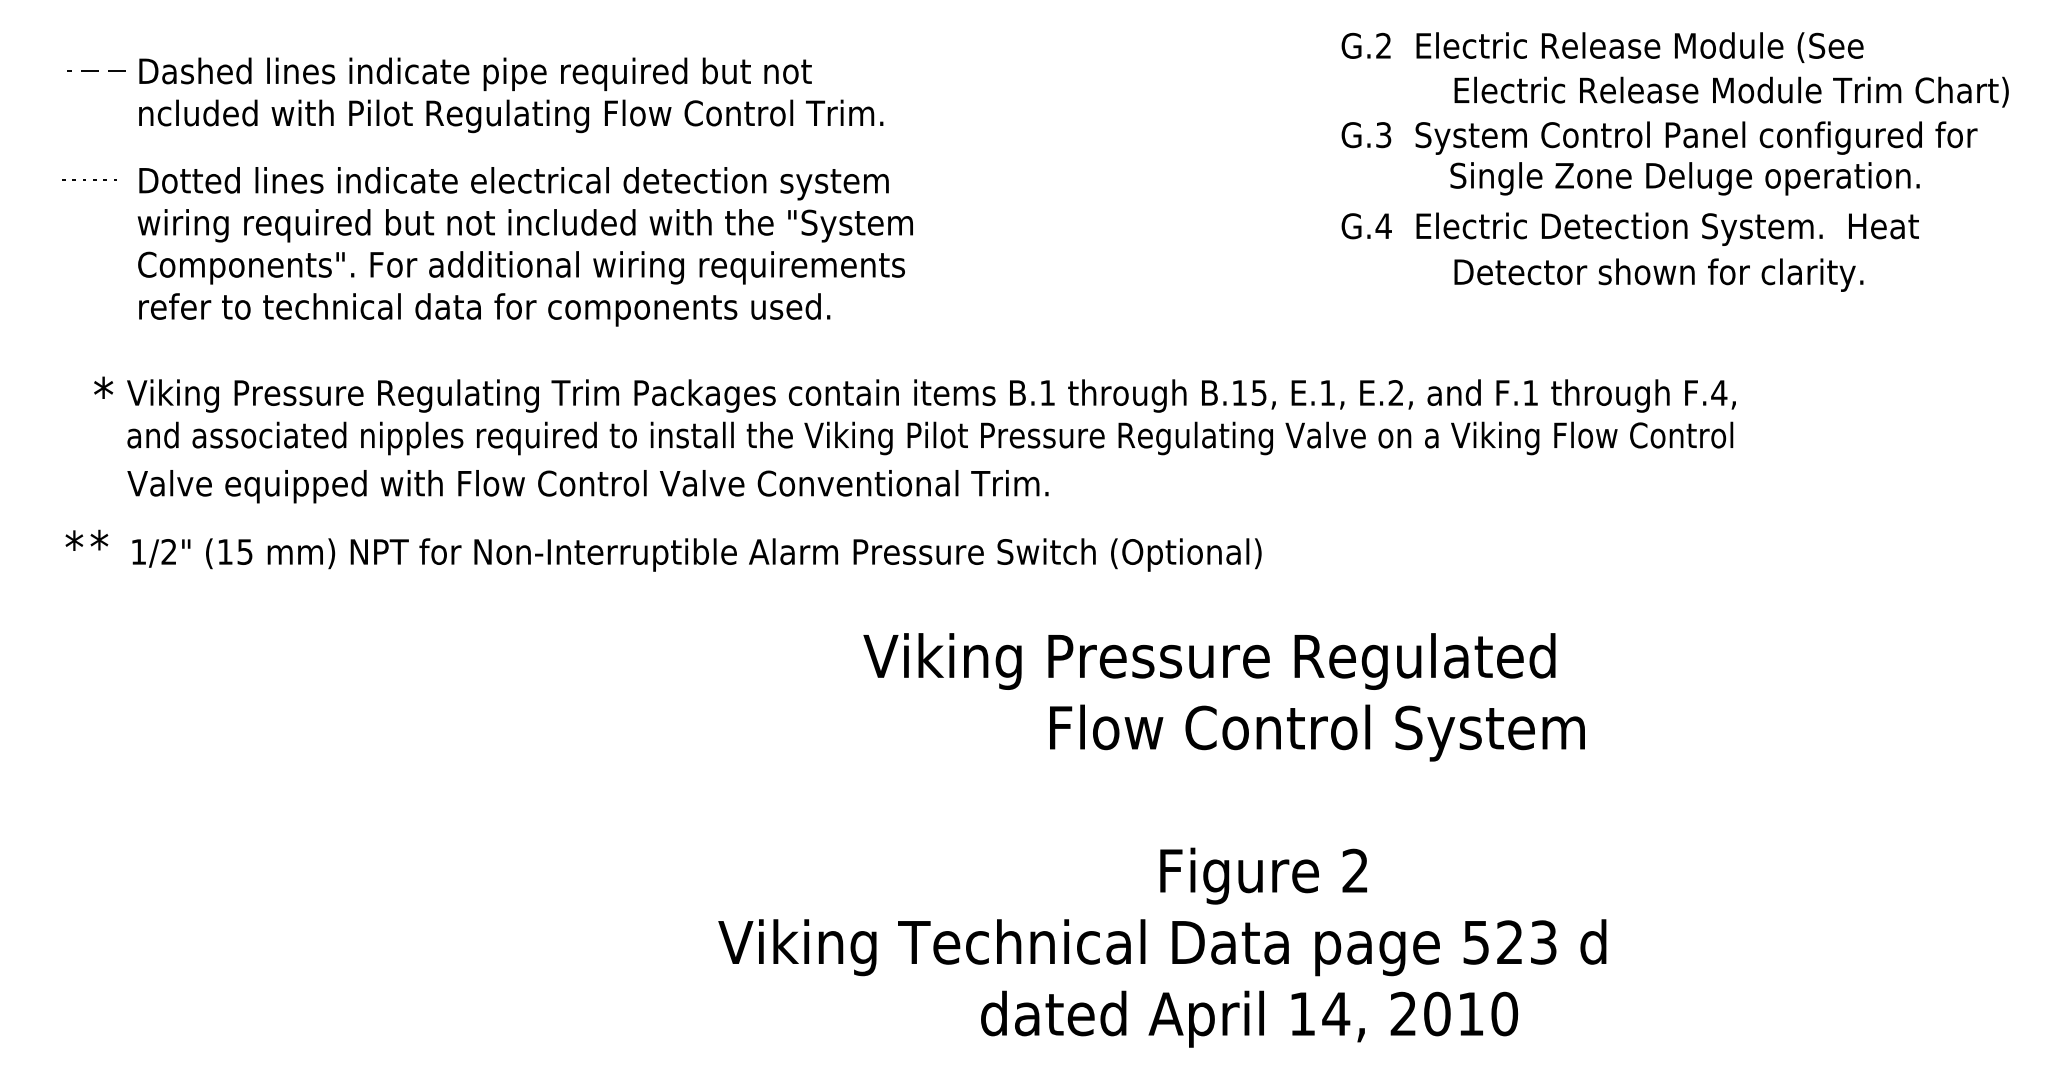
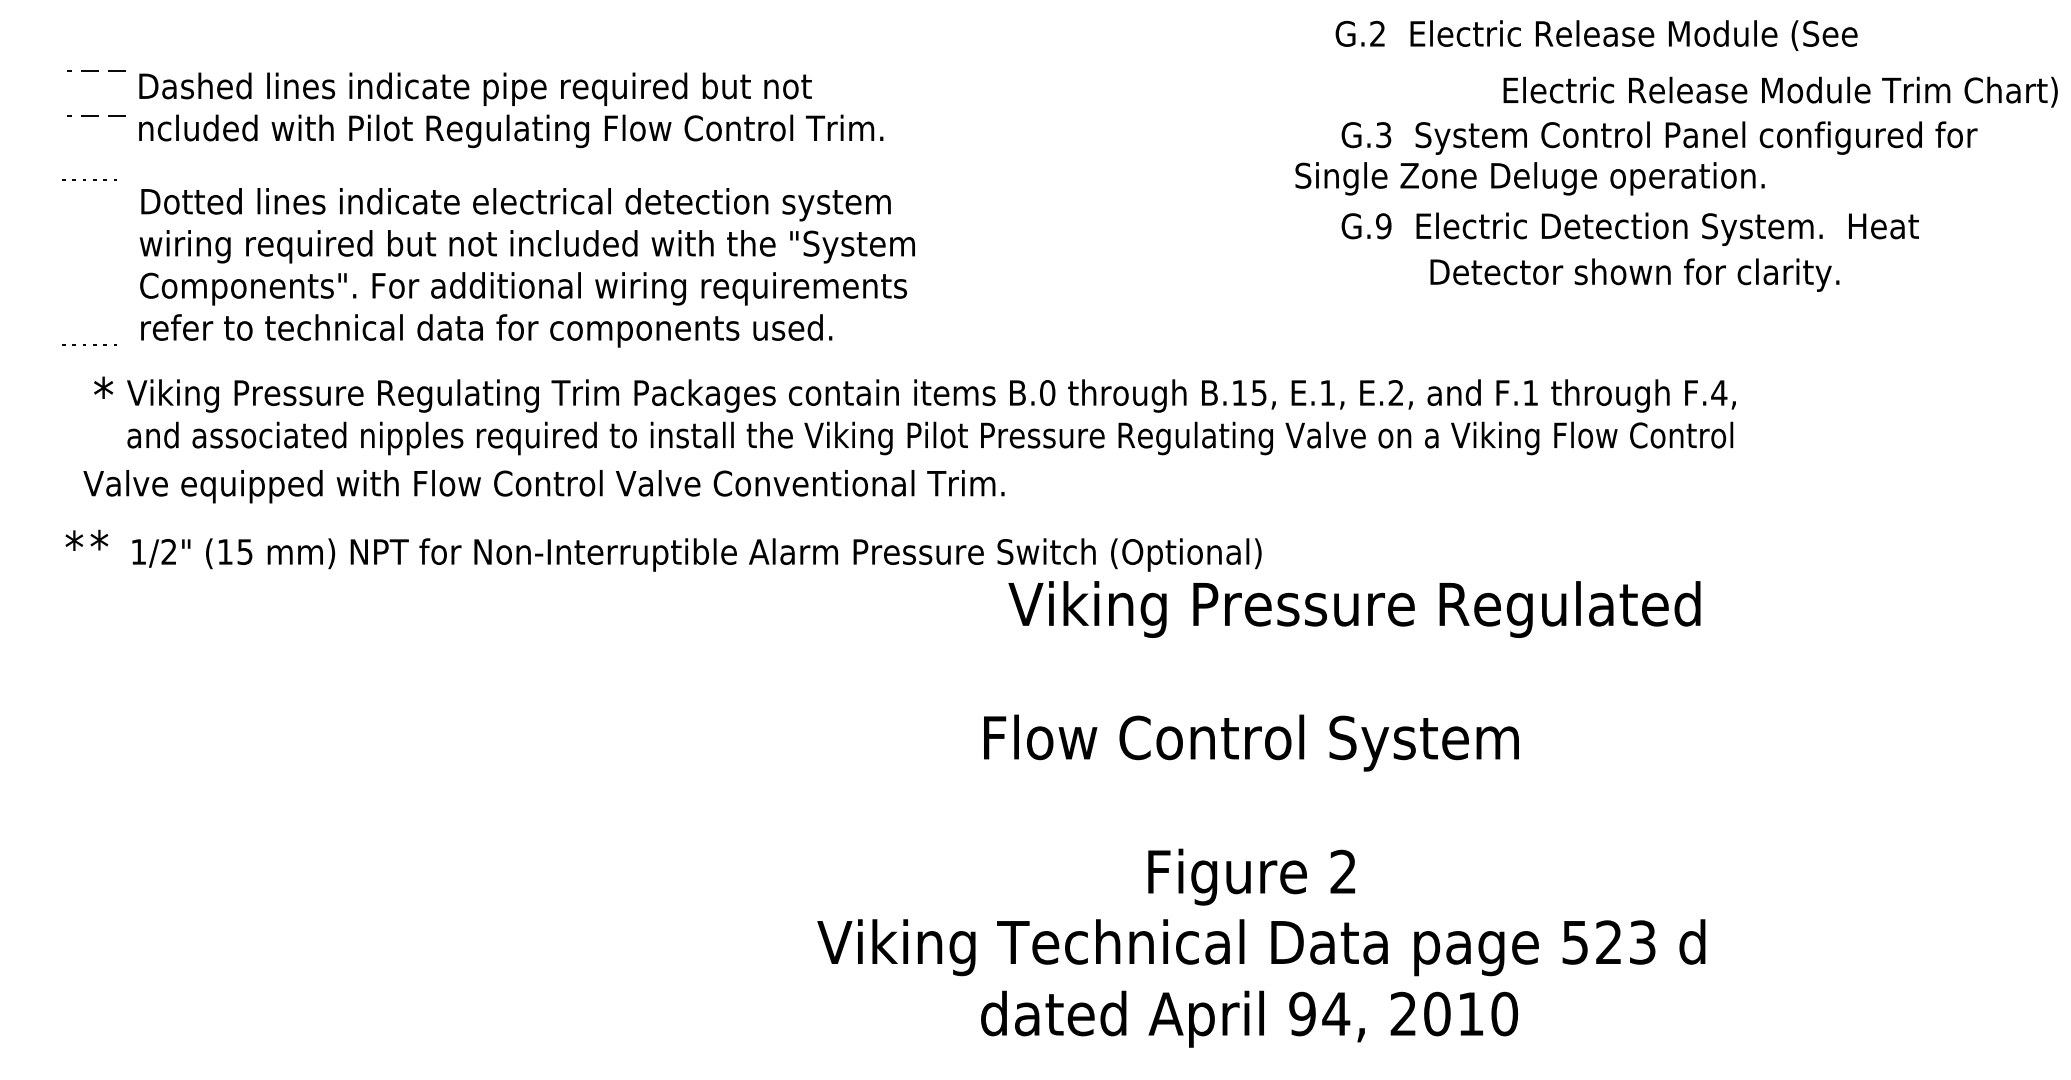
text at (1602, 47) position: (1602, 47) -> (1596, 35)
text at (1731, 91) position: (1731, 91) -> (1780, 91)
text at (511, 95) position: (511, 95) -> (511, 110)
line at (96, 115): none -> present
text at (1684, 178) position: (1684, 178) -> (1529, 178)
text at (1383, 226): G.4 -> G.9
text at (524, 246) position: (524, 246) -> (526, 267)
text at (1658, 274) position: (1658, 274) -> (1634, 274)
line at (85, 344): none -> present
text at (1047, 392): B.1 -> B.0
text at (587, 486) position: (587, 486) -> (543, 486)
text at (1209, 661) position: (1209, 661) -> (1354, 609)
text at (1317, 732) position: (1317, 732) -> (1251, 742)
text at (1263, 875) position: (1263, 875) -> (1251, 876)
text at (1162, 947) position: (1162, 947) -> (1261, 947)
text at (1302, 1013): 14, -> 94,
